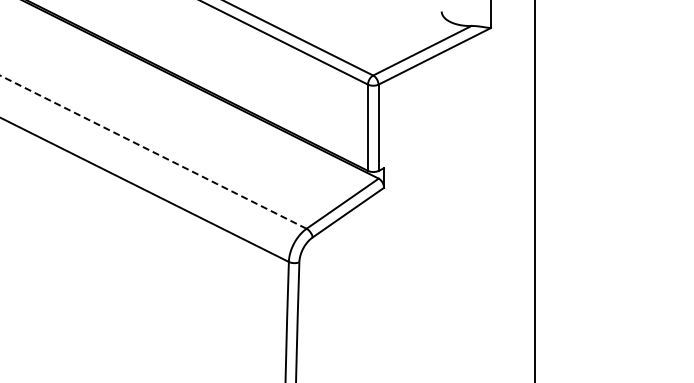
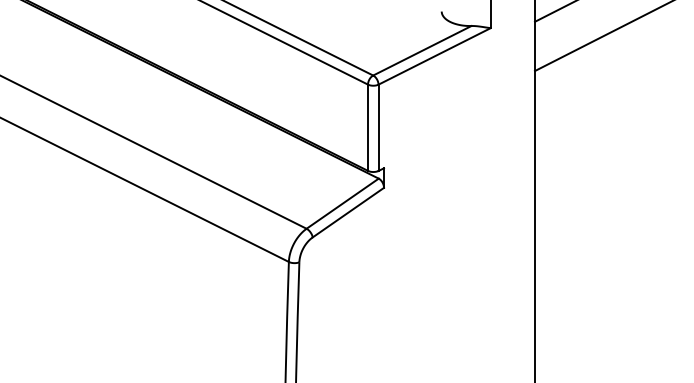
line at (553, 11): none -> present
line at (602, 36): none -> present
line at (153, 152): dashed -> solid
